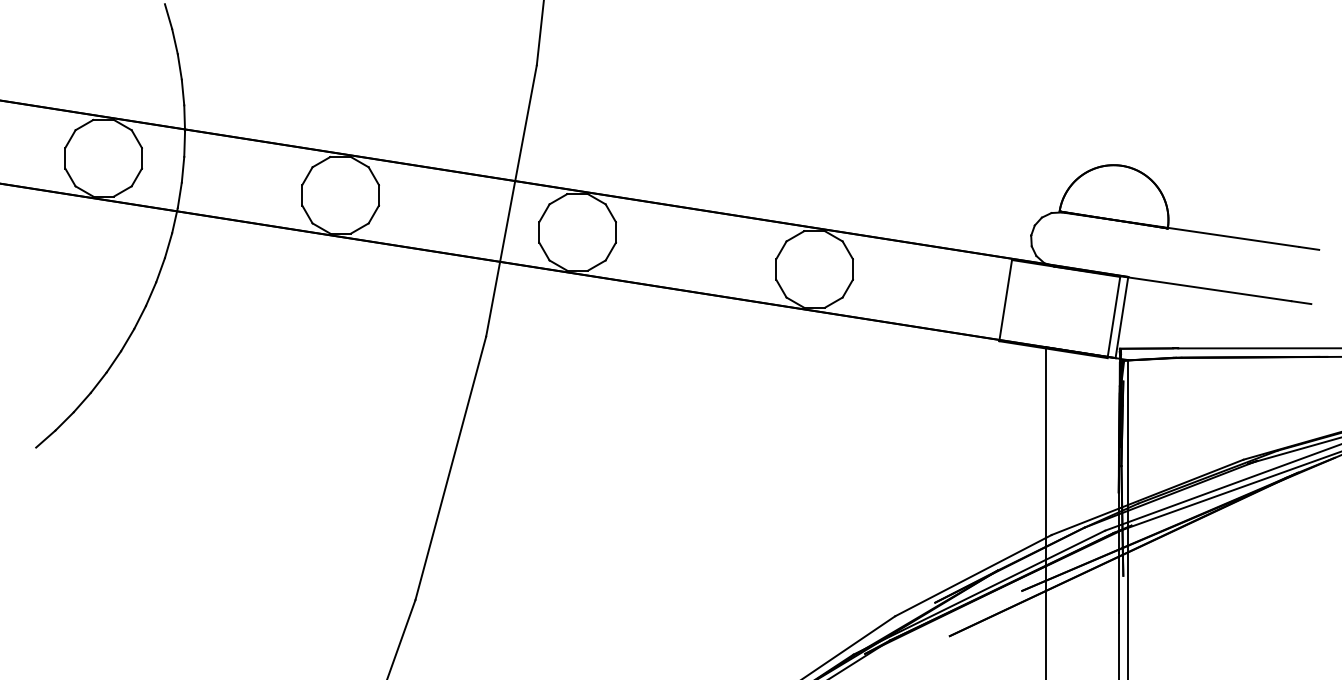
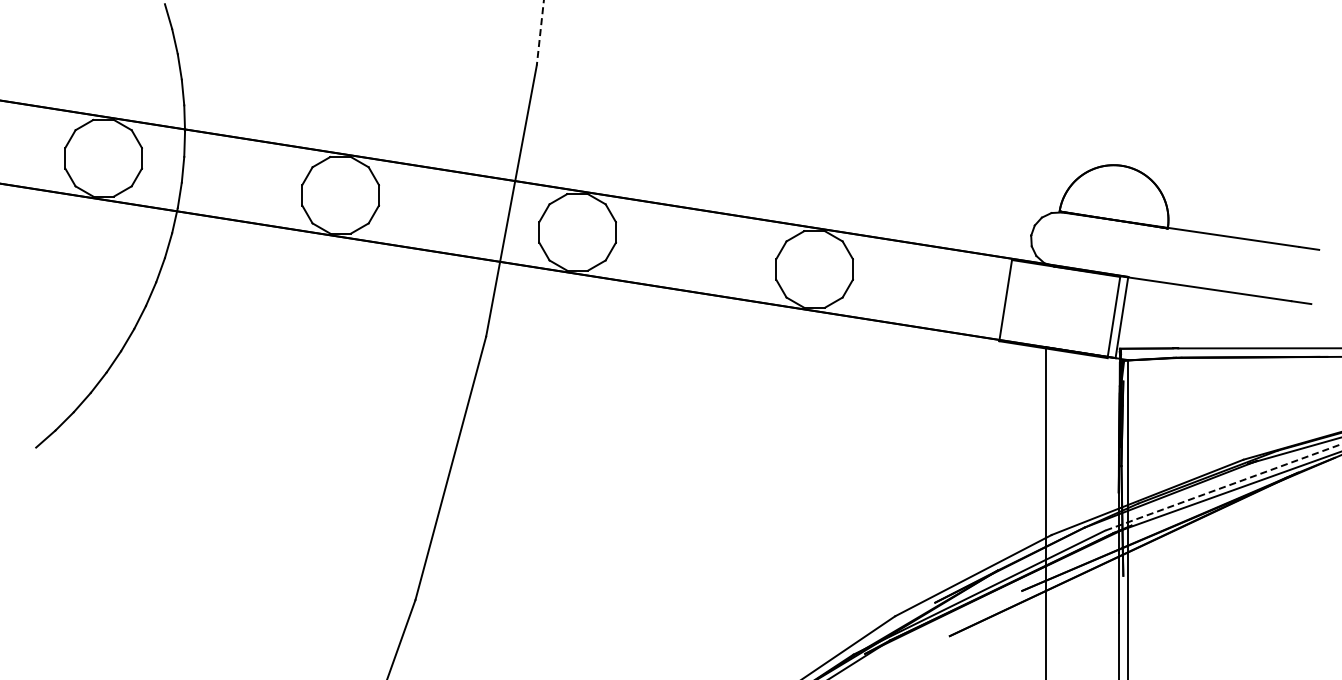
line at (540, 33): solid -> dashed
line at (1223, 487): solid -> dashed
